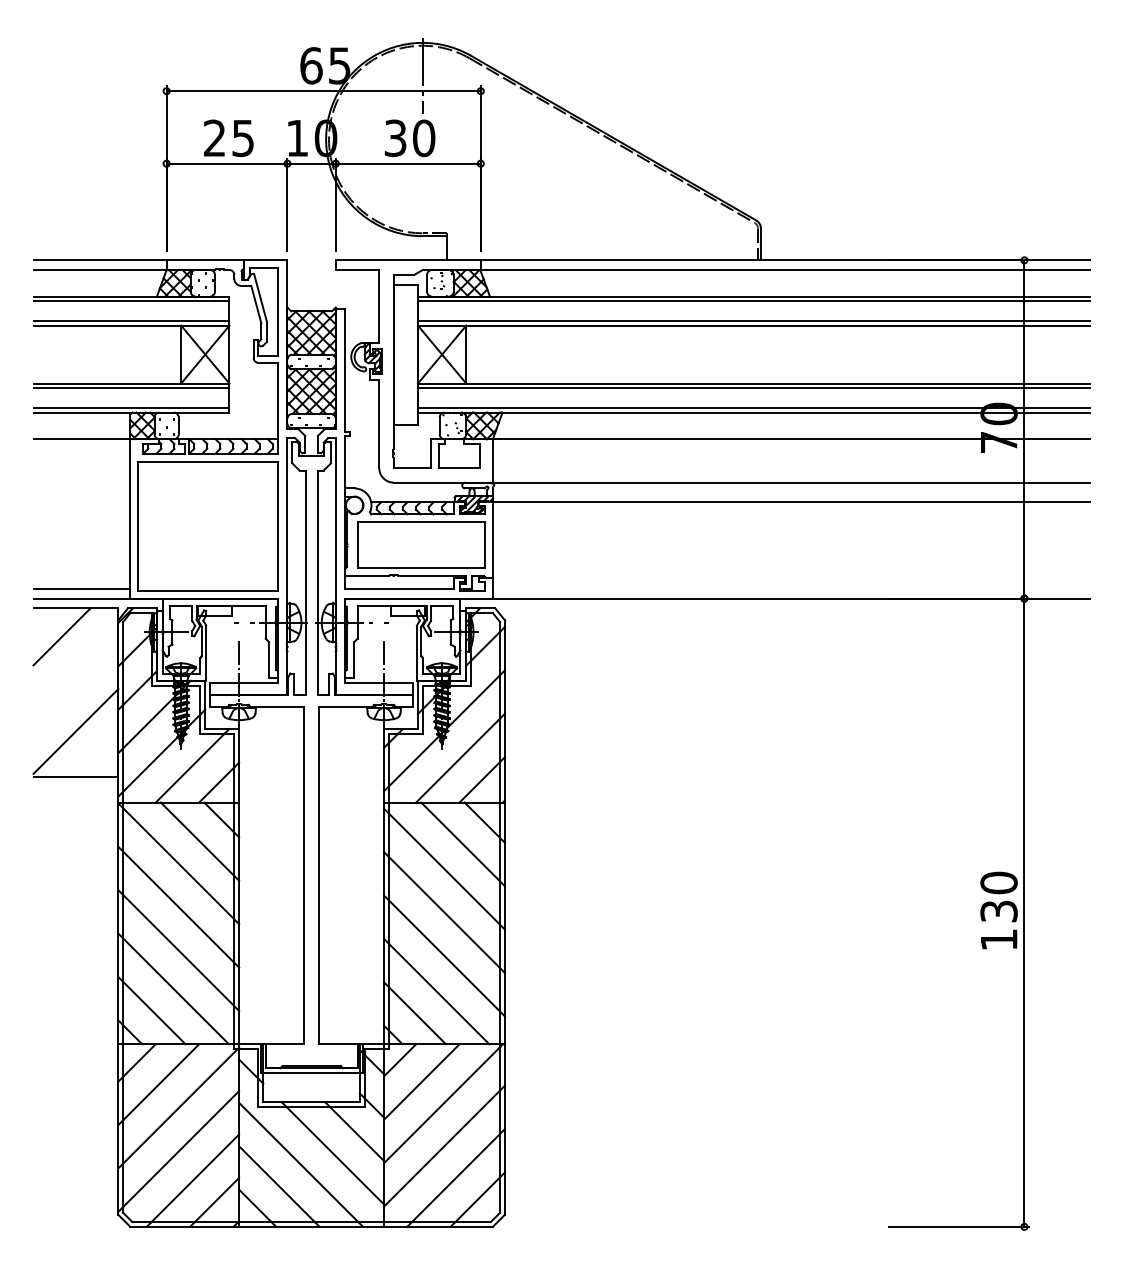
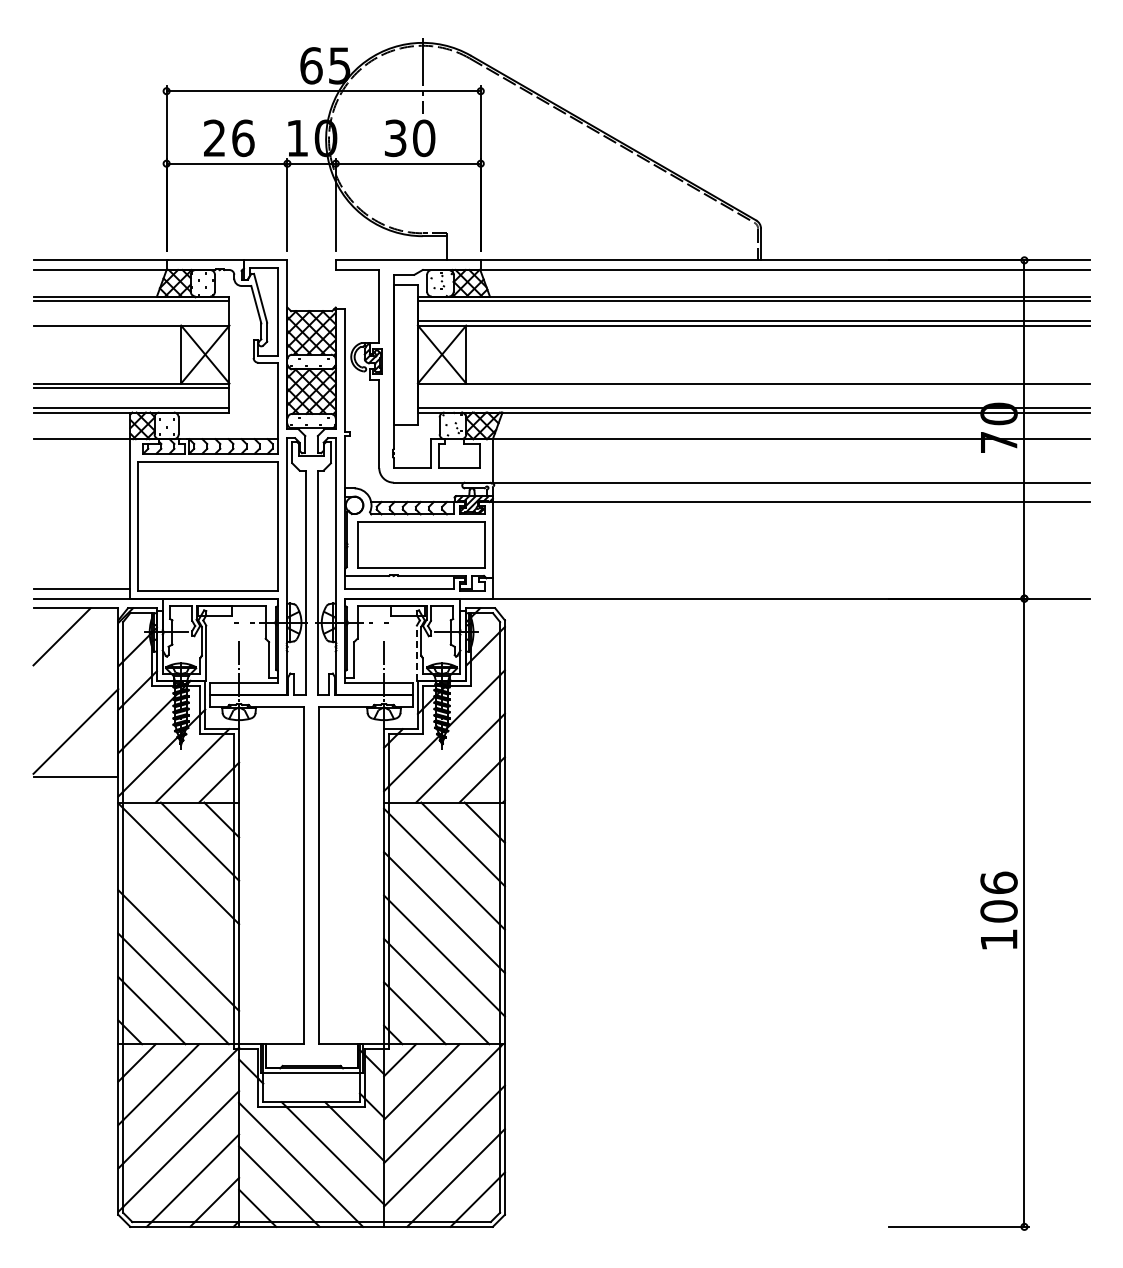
text at (243, 138): 25 -> 26
line at (131, 320): present -> none
line at (753, 388): present -> none
line at (416, 653): solid -> dashed
text at (998, 896): 130 -> 106
line at (178, 906): present -> none
